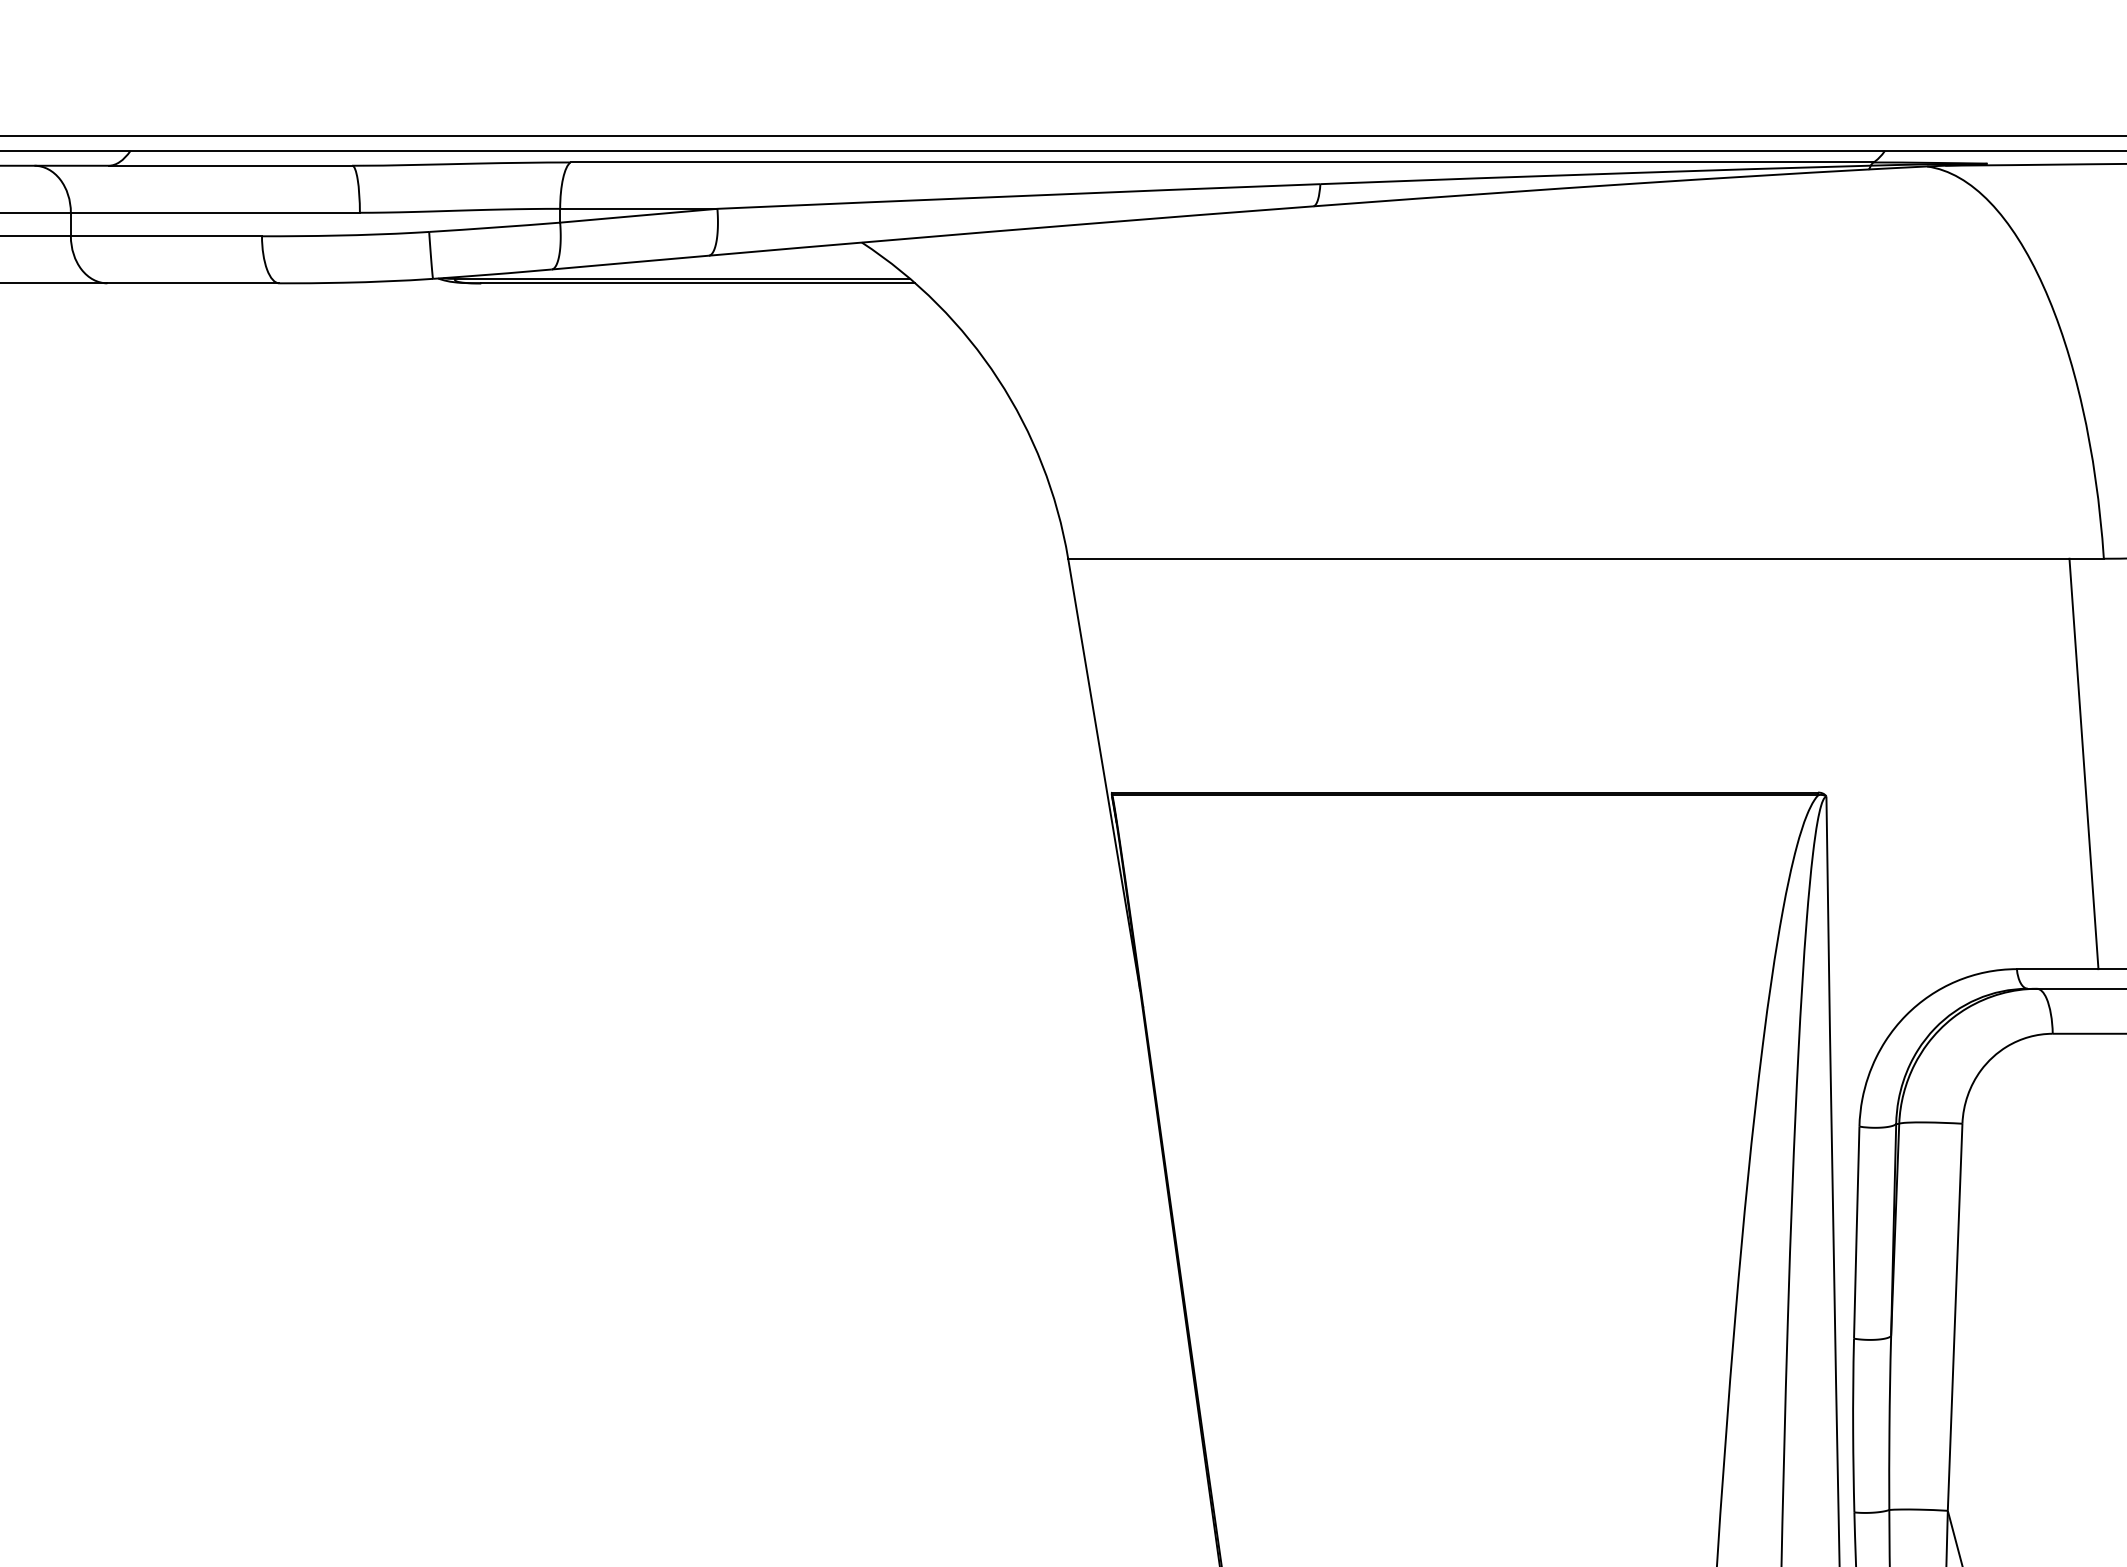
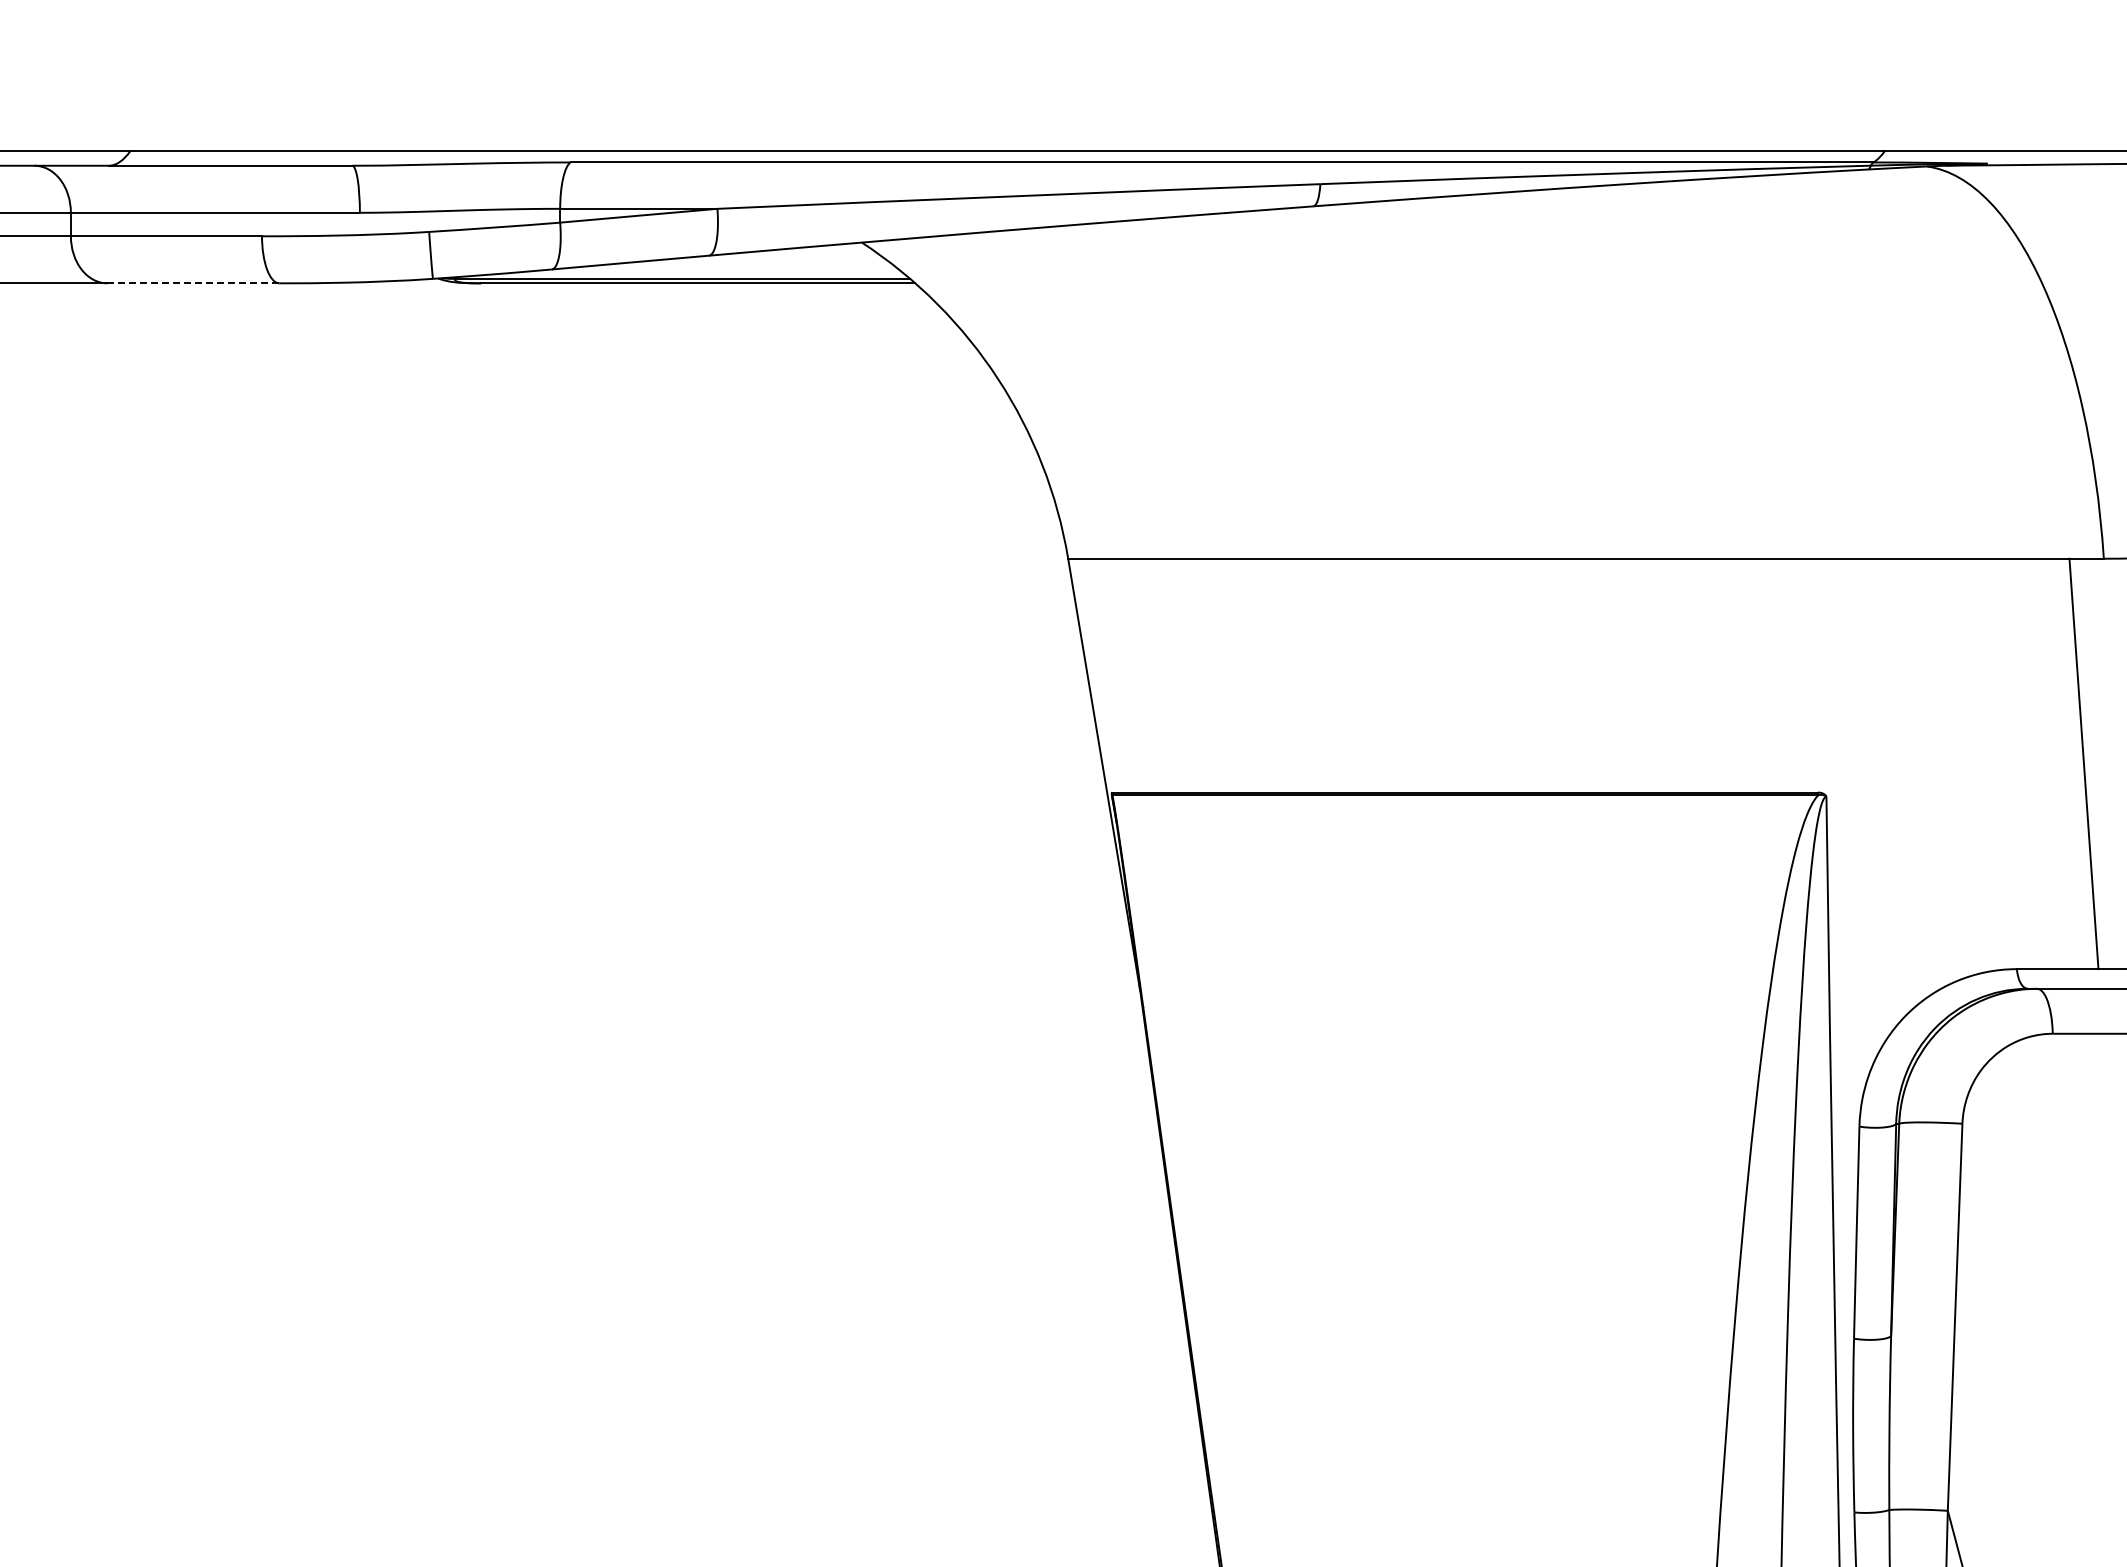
line at (1062, 135): present -> none
line at (193, 283): solid -> dashed
